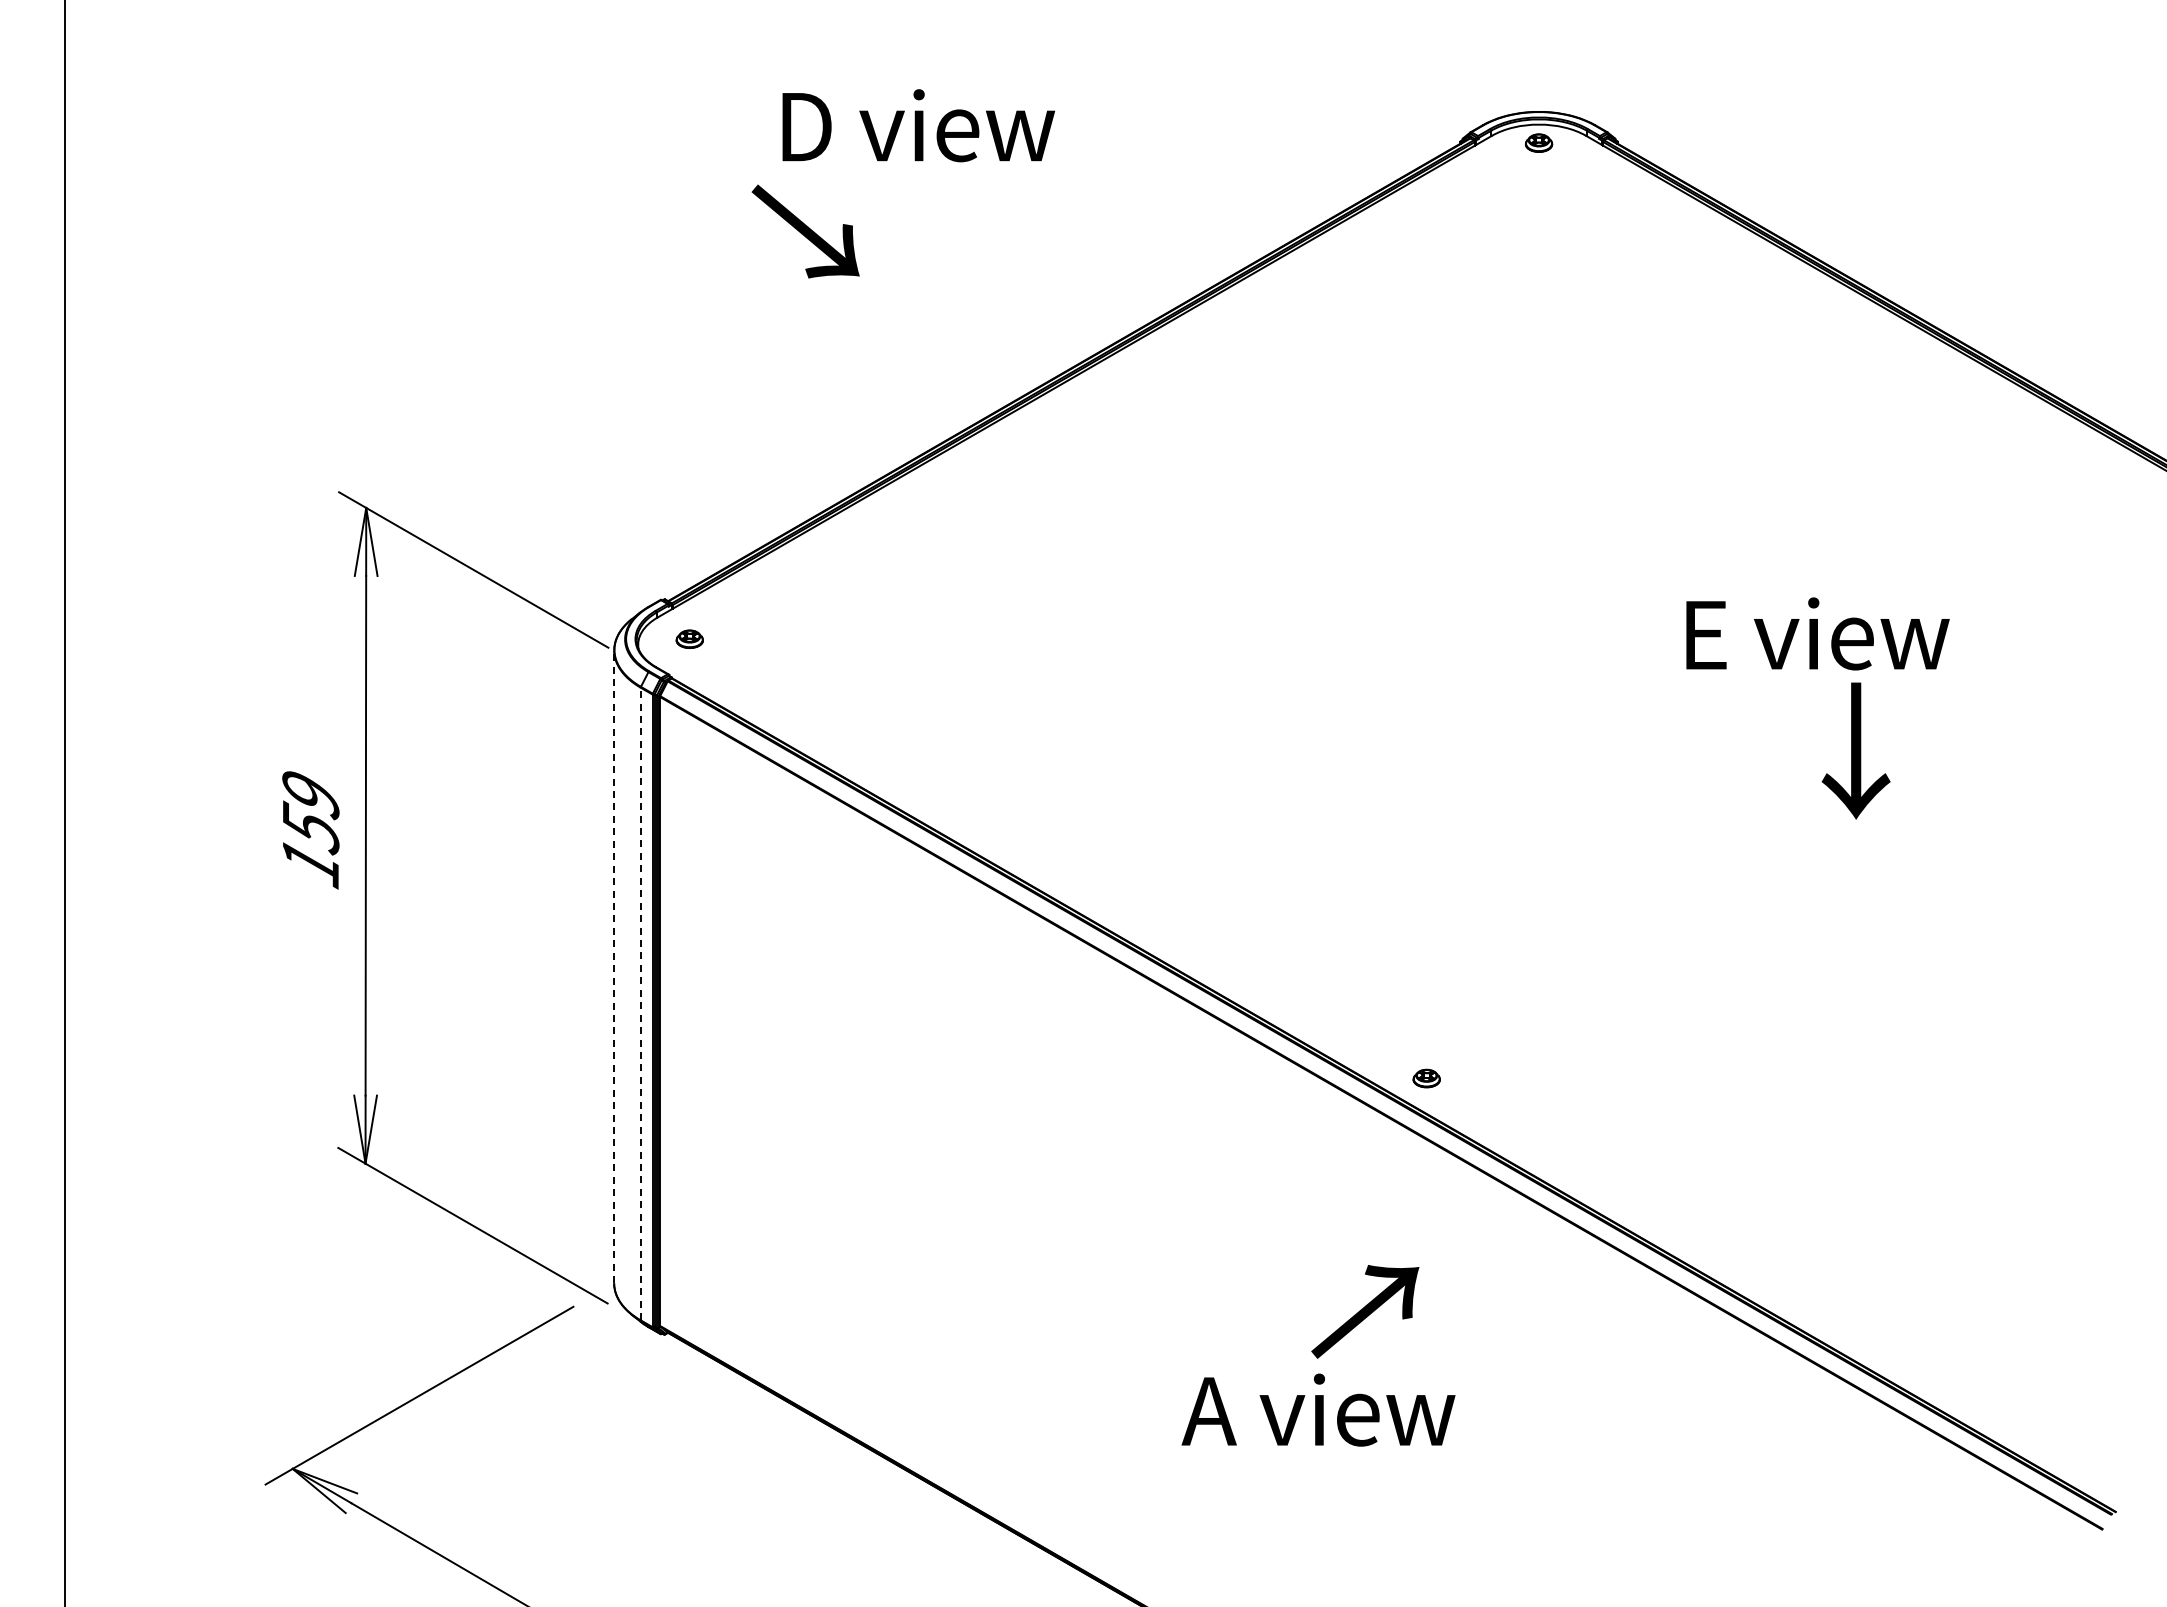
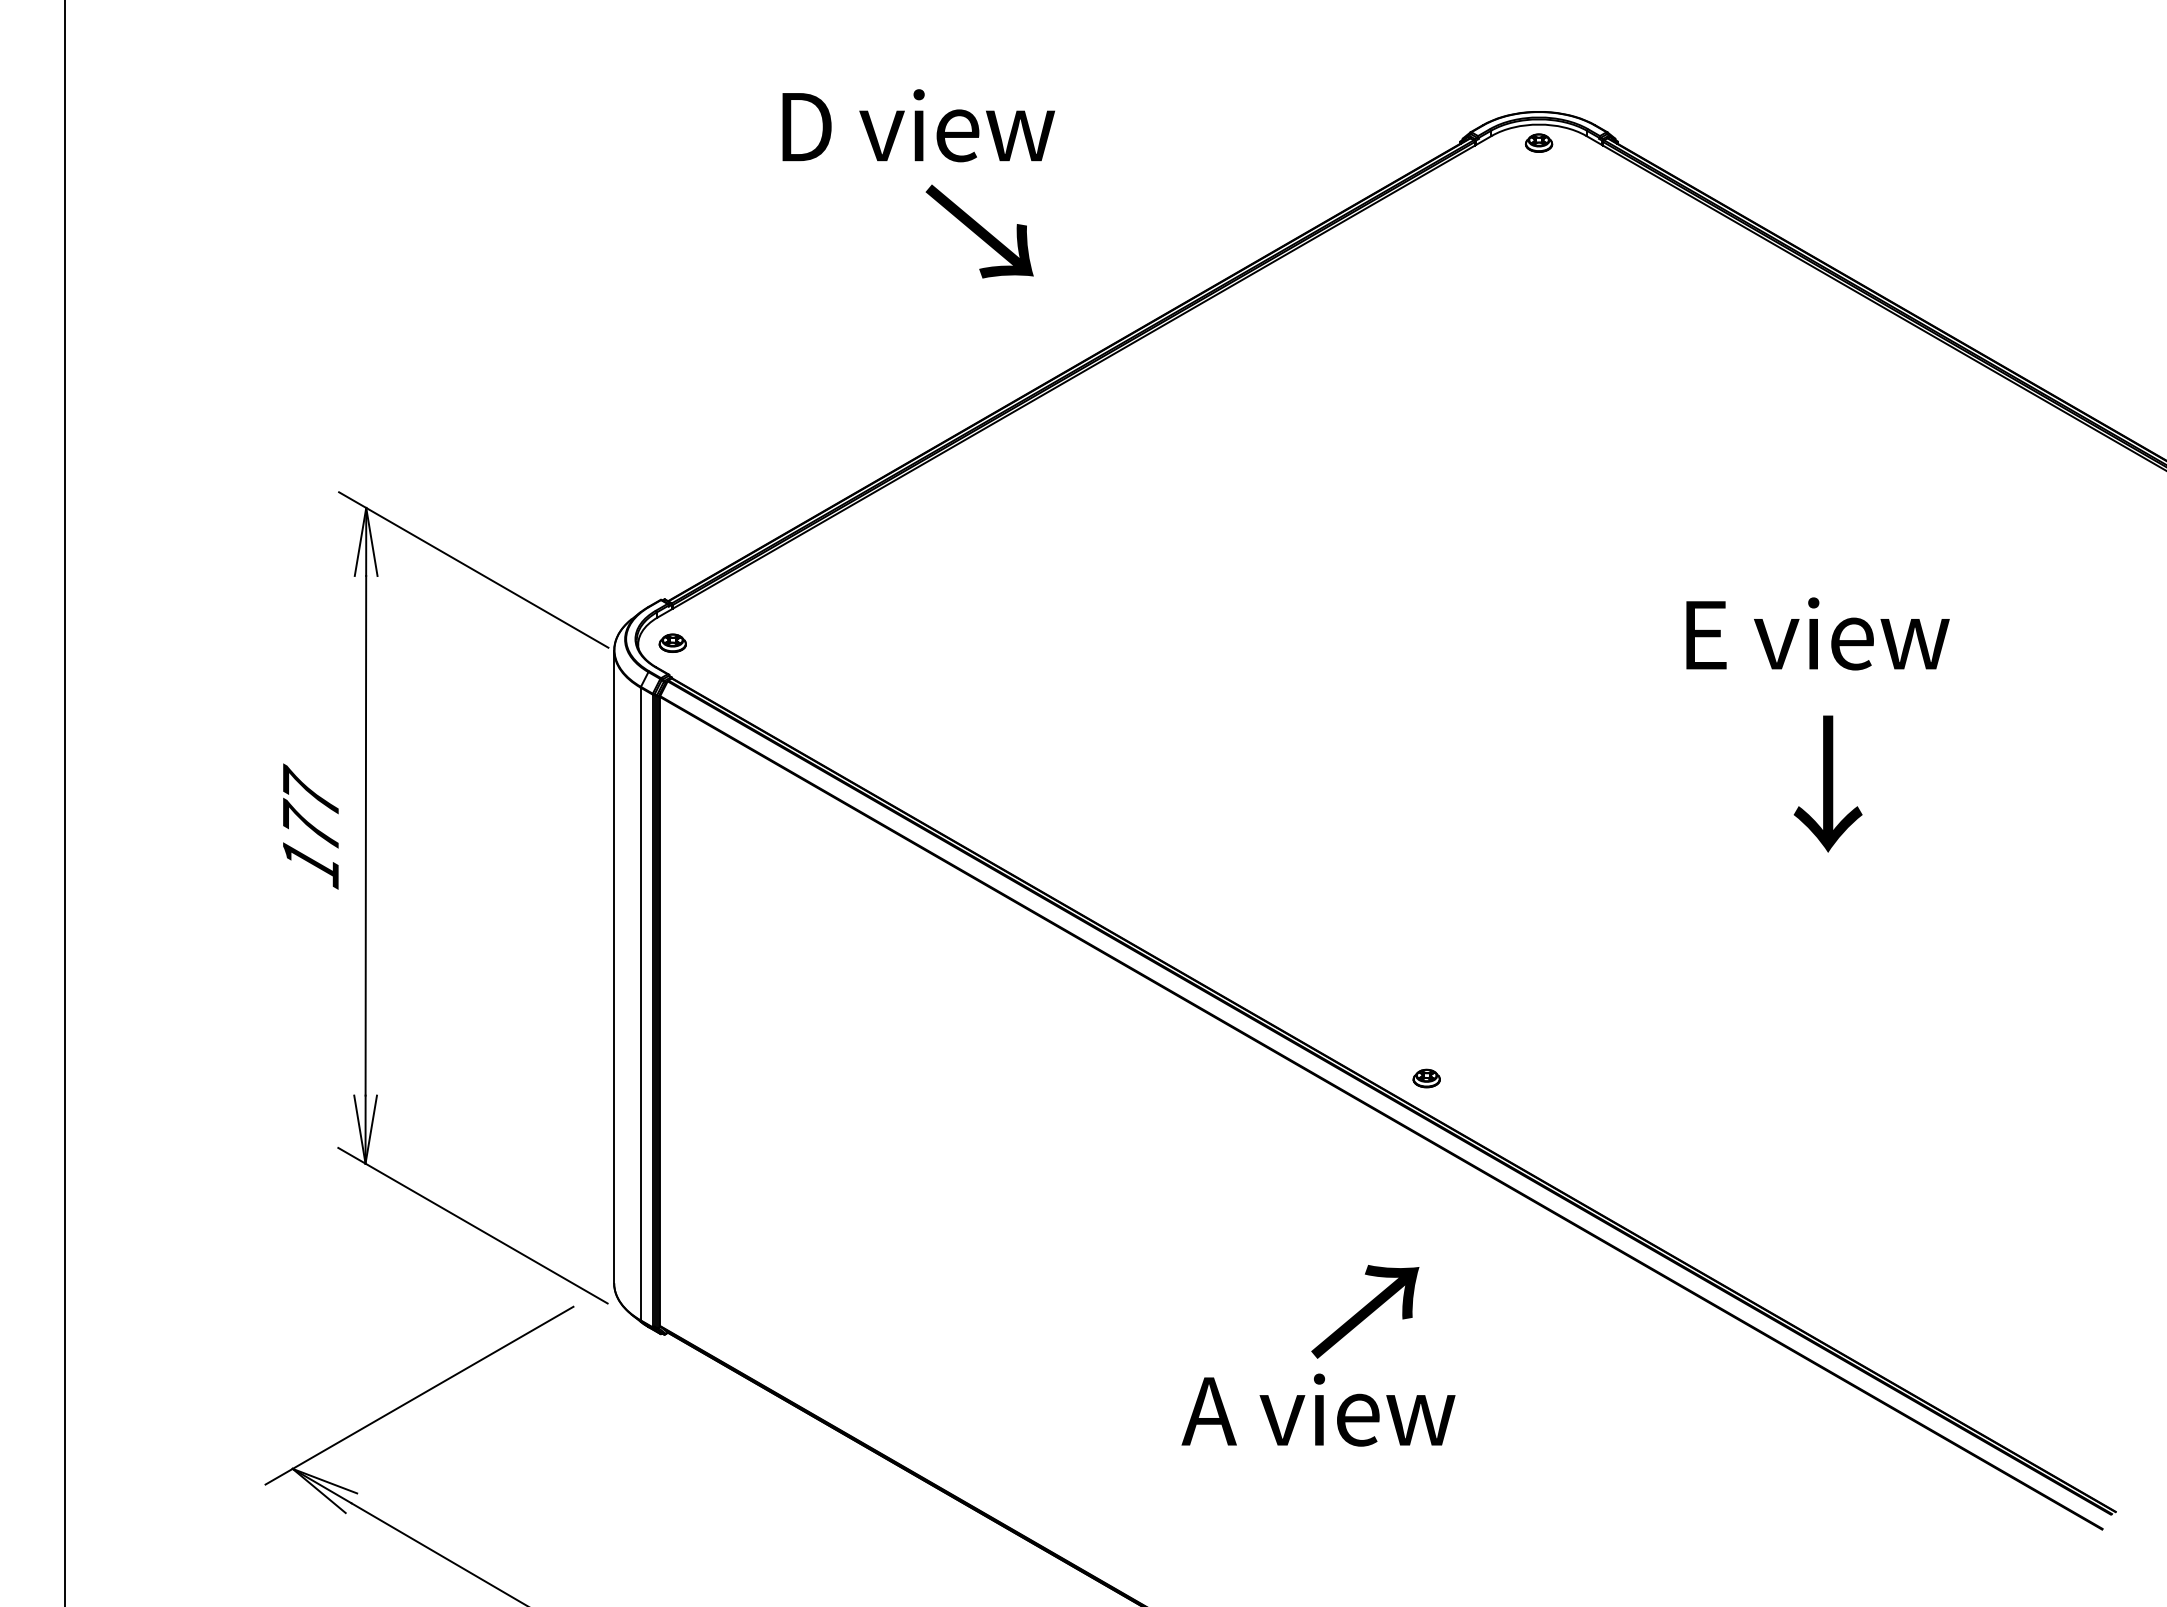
text at (805, 231) position: (805, 231) -> (979, 231)
part at (689, 638) position: (689, 638) -> (672, 642)
text at (1855, 750) position: (1855, 750) -> (1827, 783)
text at (310, 809): 159 -> 177
line at (614, 966): dashed -> solid
line at (640, 1003): dashed -> solid
